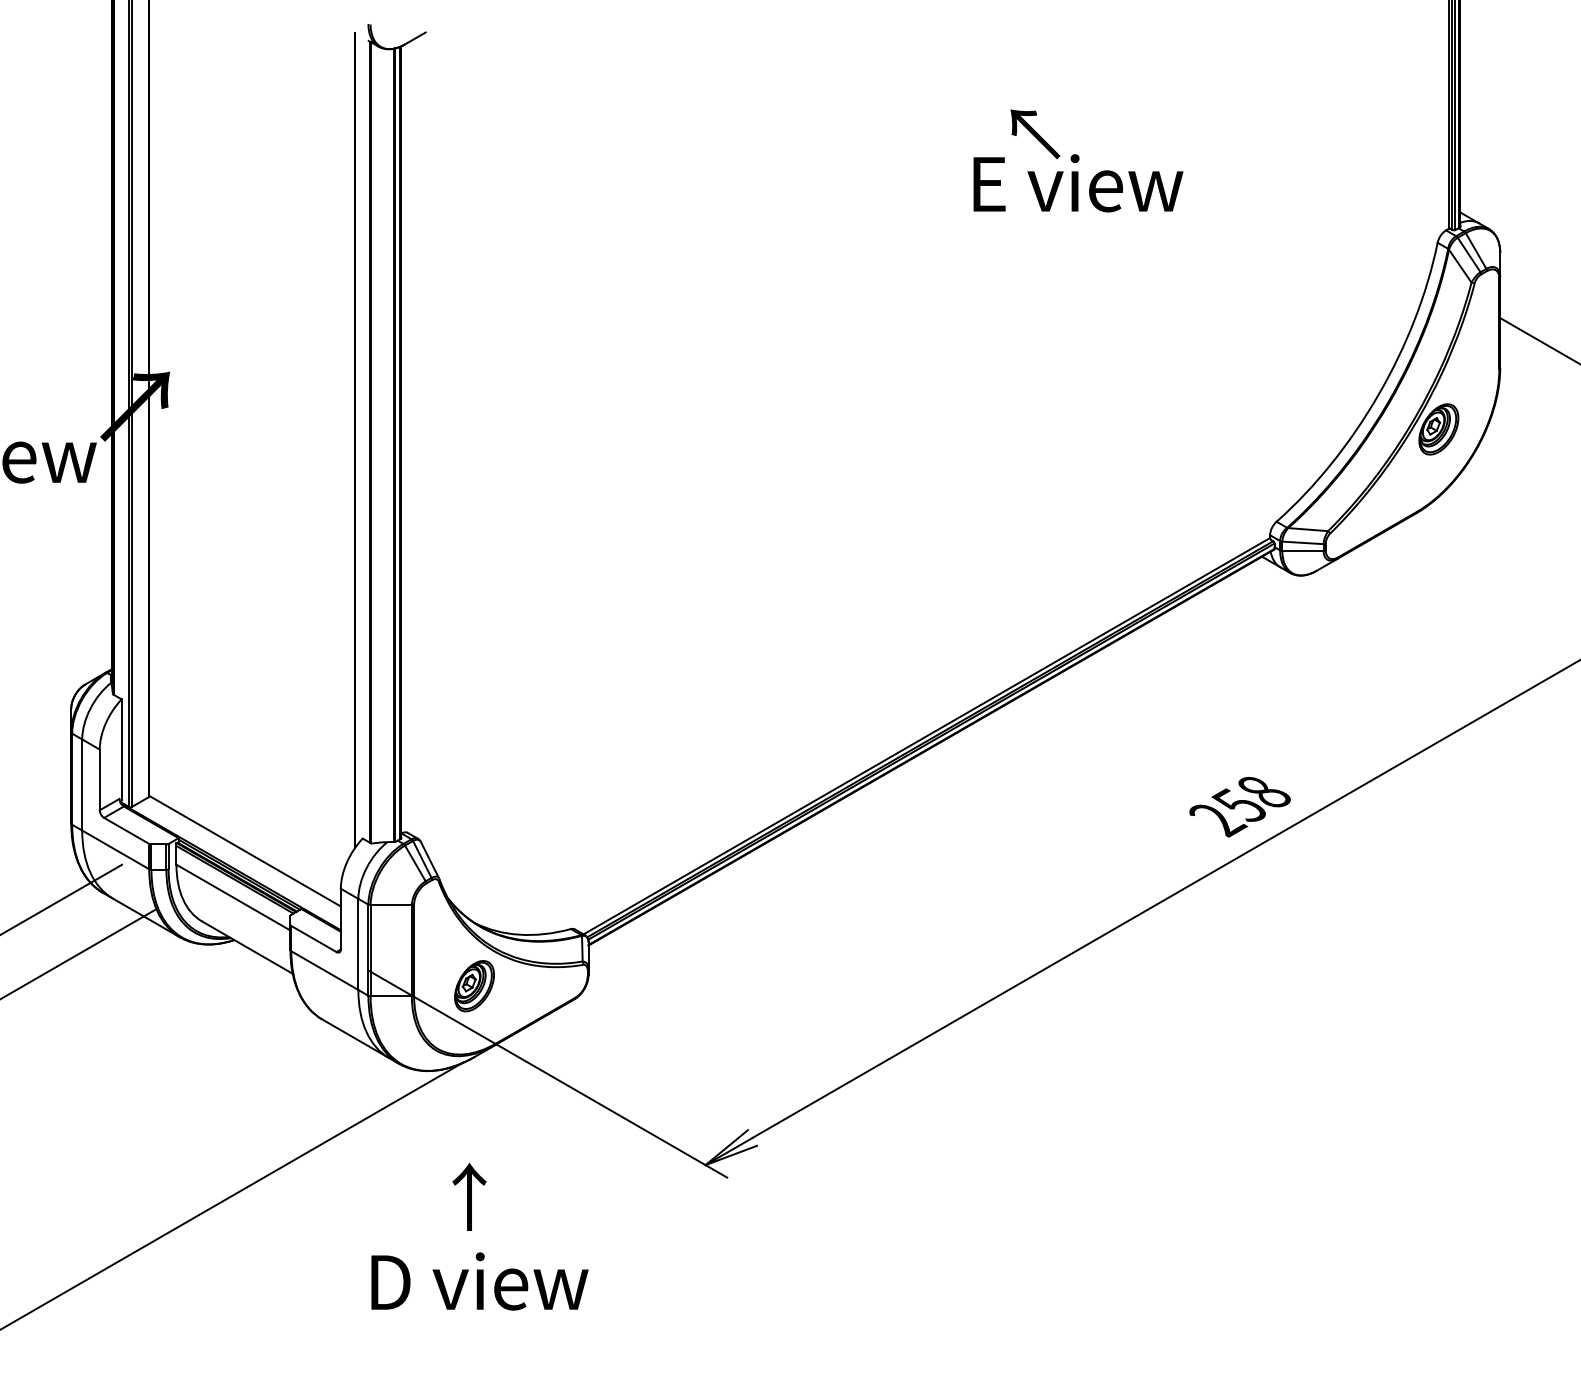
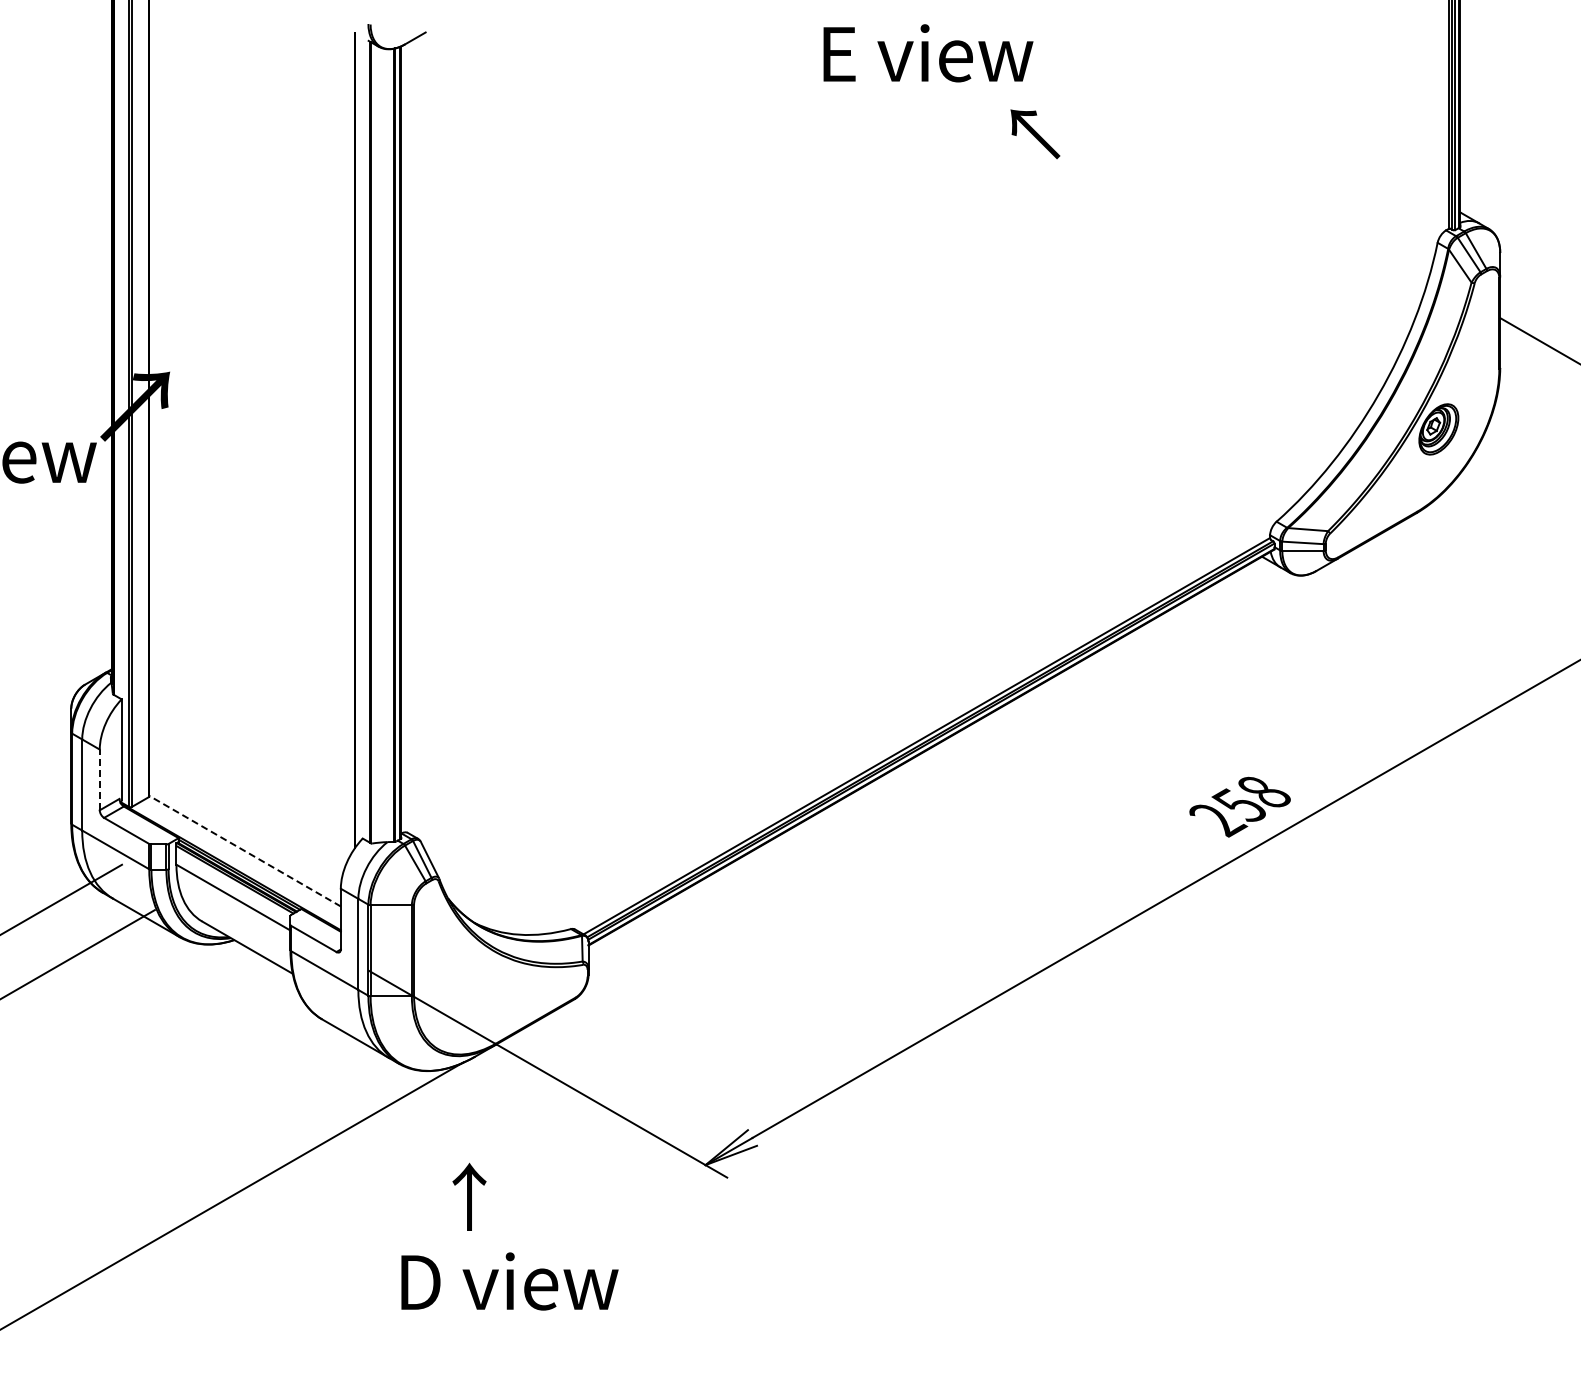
text at (1078, 183) position: (1078, 183) -> (928, 53)
line at (99, 779): solid -> dashed
line at (245, 851): solid -> dashed
part at (474, 986): present -> none
text at (479, 1281) position: (479, 1281) -> (509, 1281)
